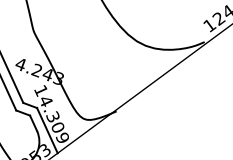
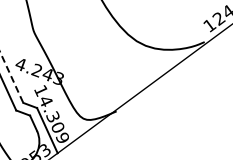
line at (11, 77): solid -> dashed
